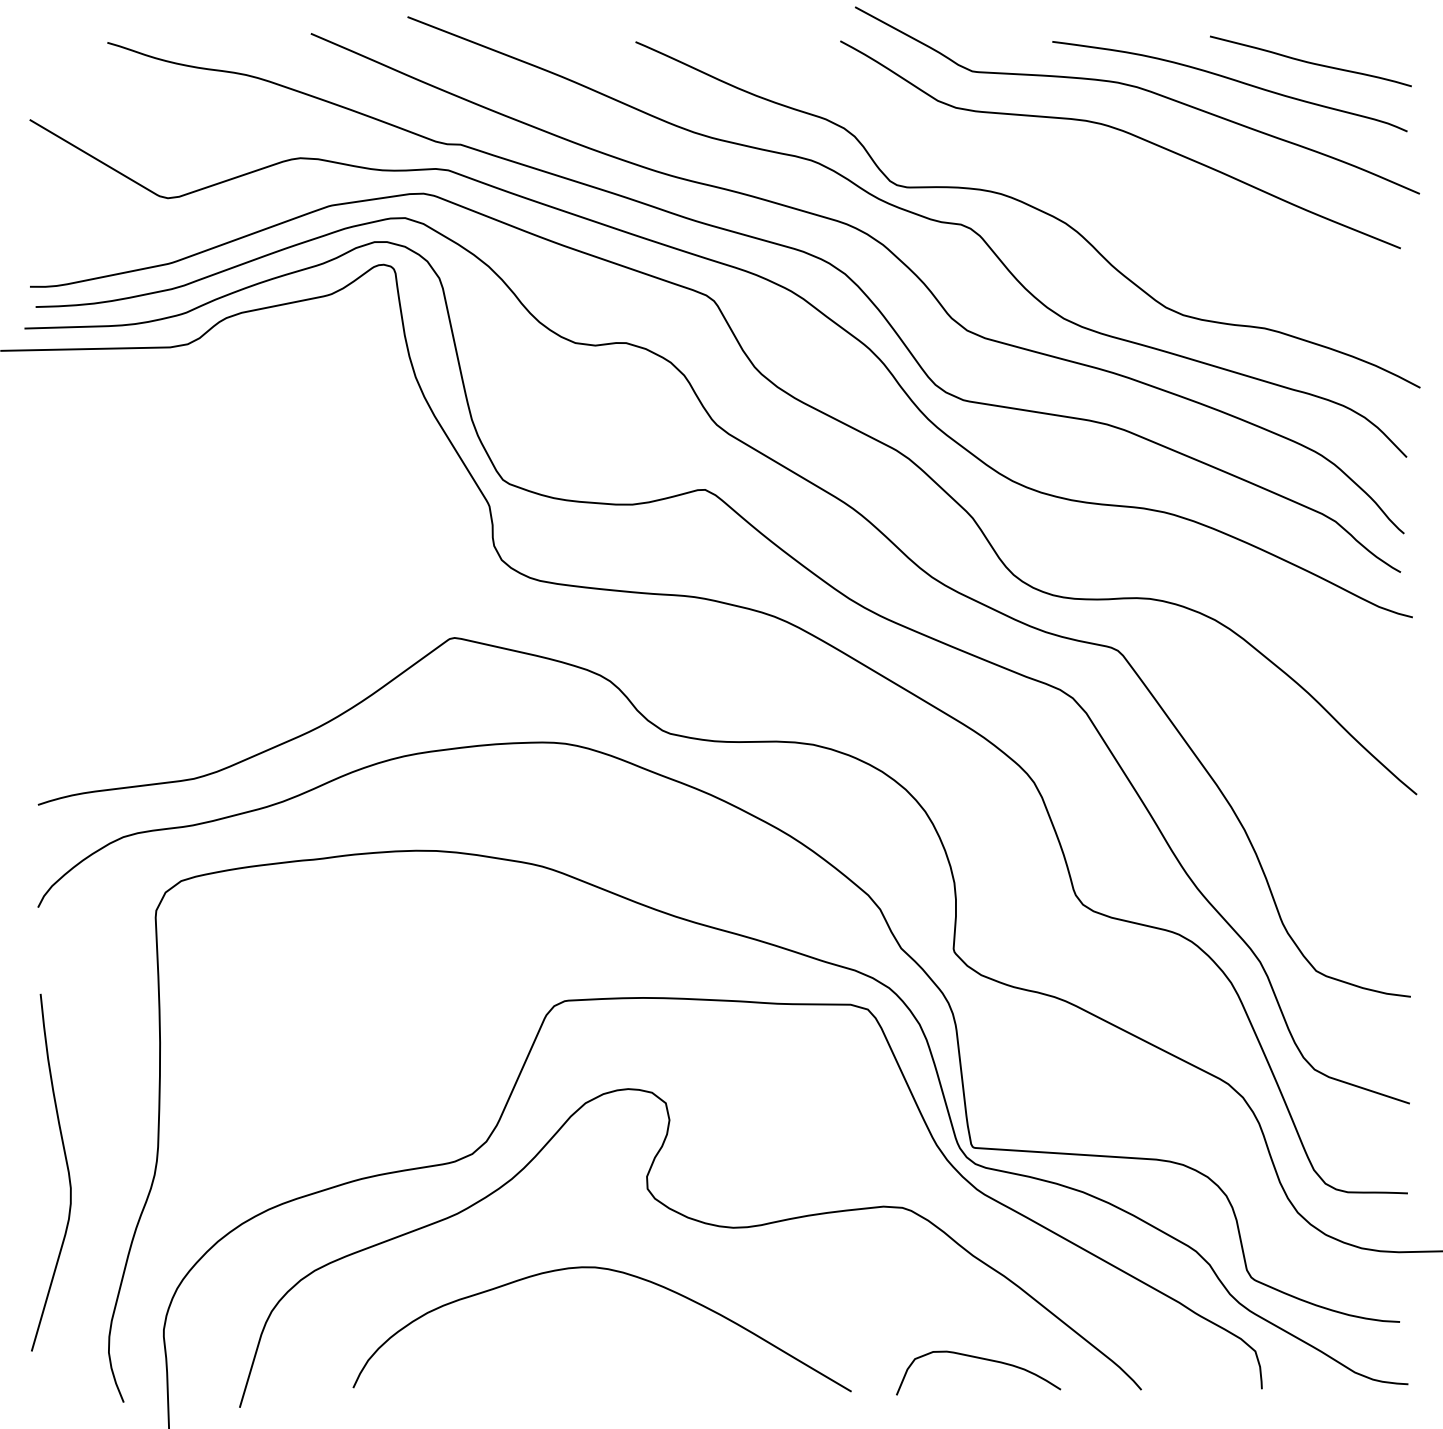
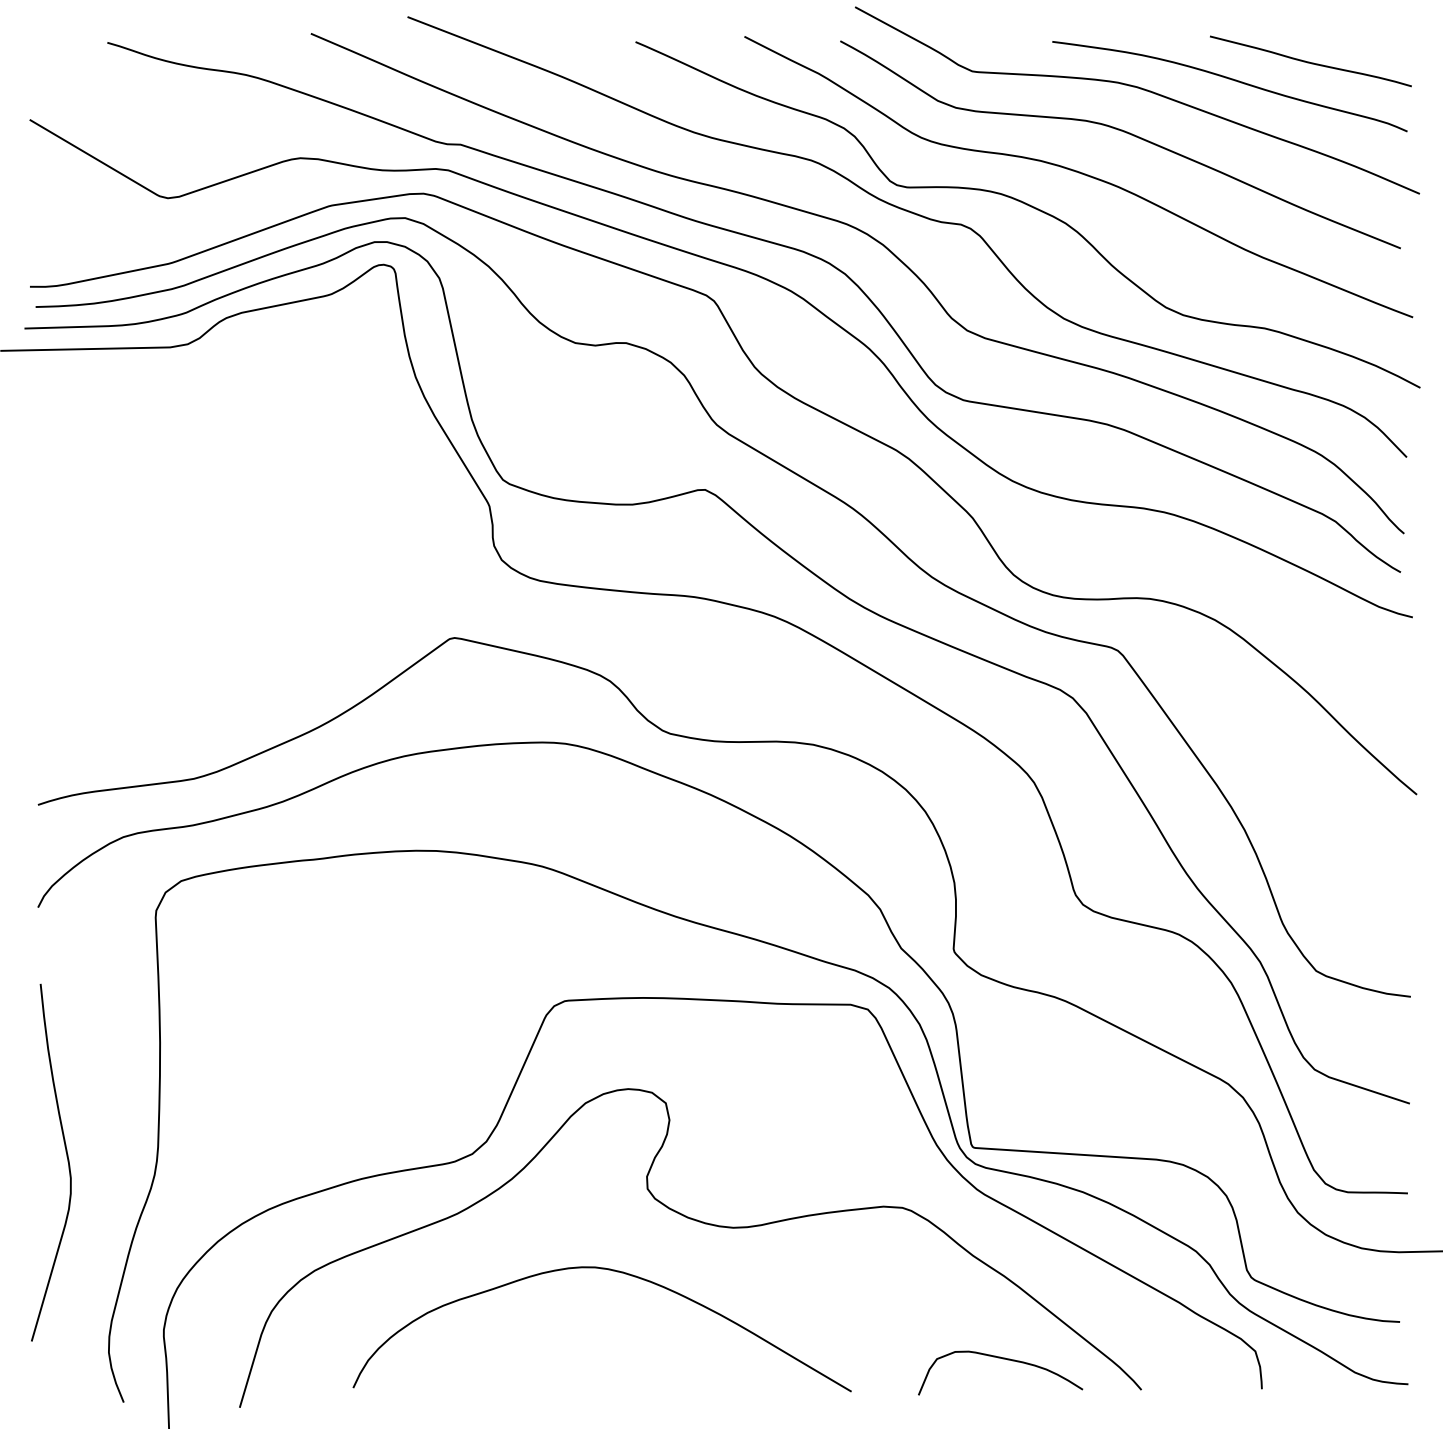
curve at (1078, 173): none -> present
curve at (66, 1167) position: (66, 1167) -> (66, 1157)
curve at (980, 1359) position: (980, 1359) -> (1002, 1359)
